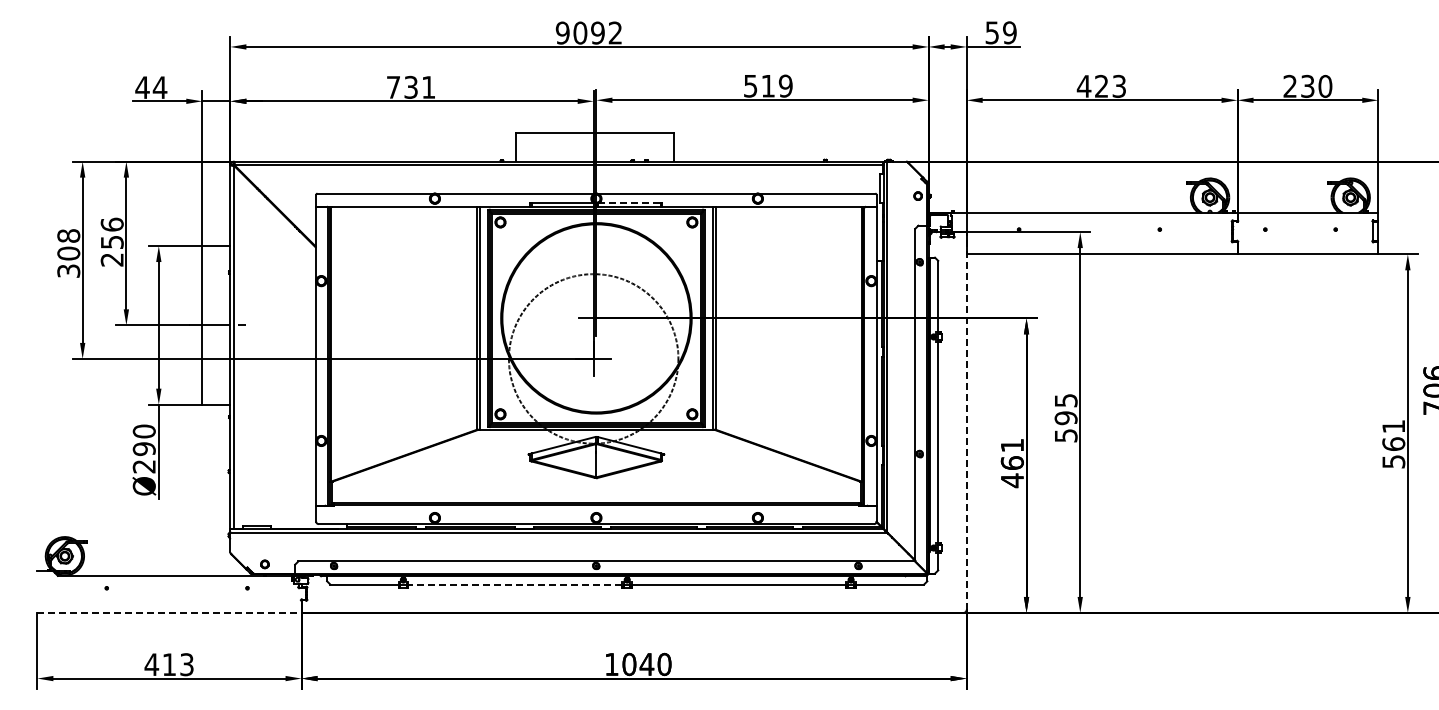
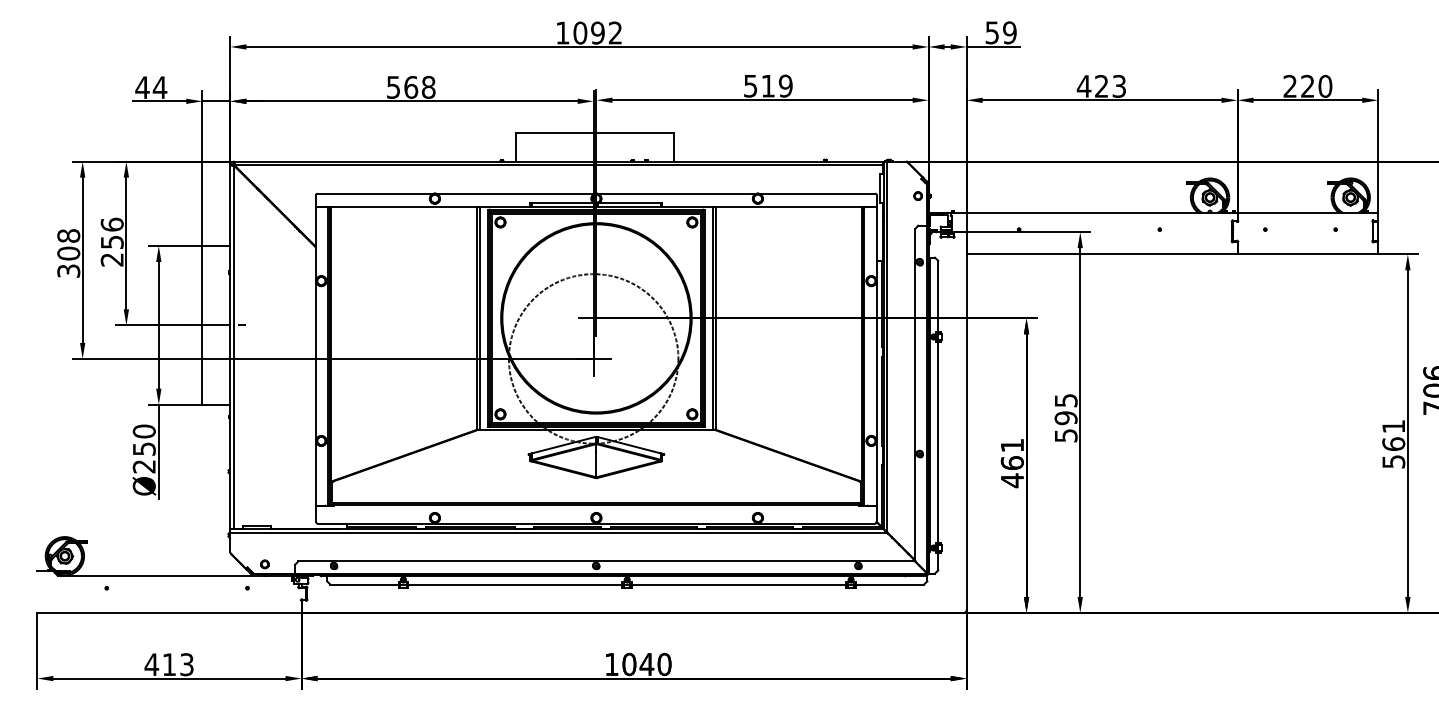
text at (562, 32): 9092 -> 1092
text at (411, 86): 731 -> 568
text at (1307, 86): 230 -> 220
line at (629, 202): dashed -> solid
line at (966, 420): dashed -> solid
text at (143, 449): Ø290 -> Ø250
line at (514, 584): dashed -> solid
line at (169, 612): dashed -> solid
